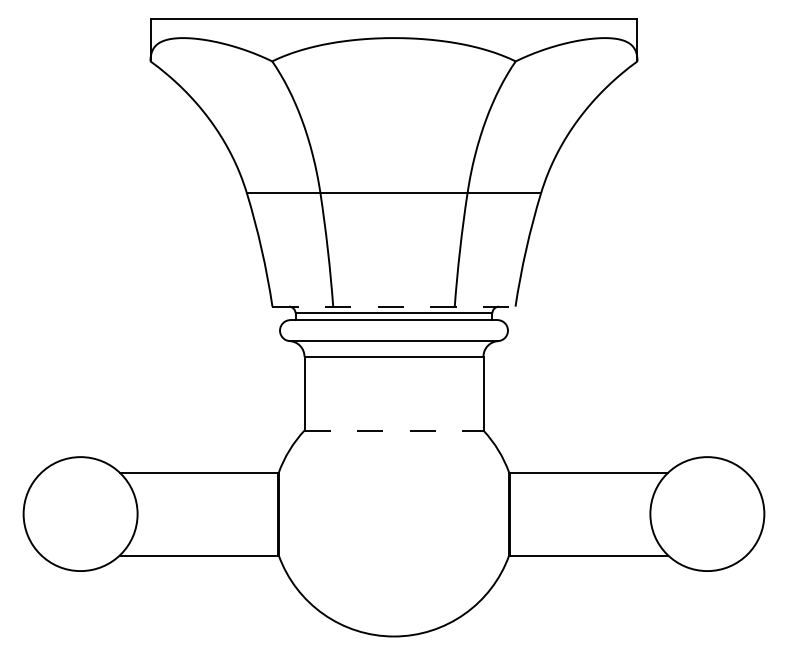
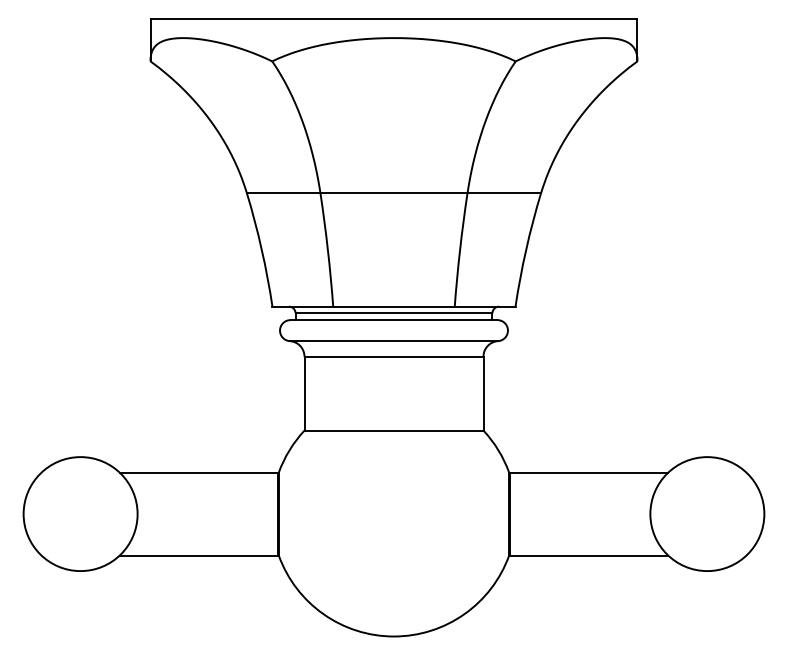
line at (393, 306): dashed -> solid
line at (394, 430): dashed -> solid
